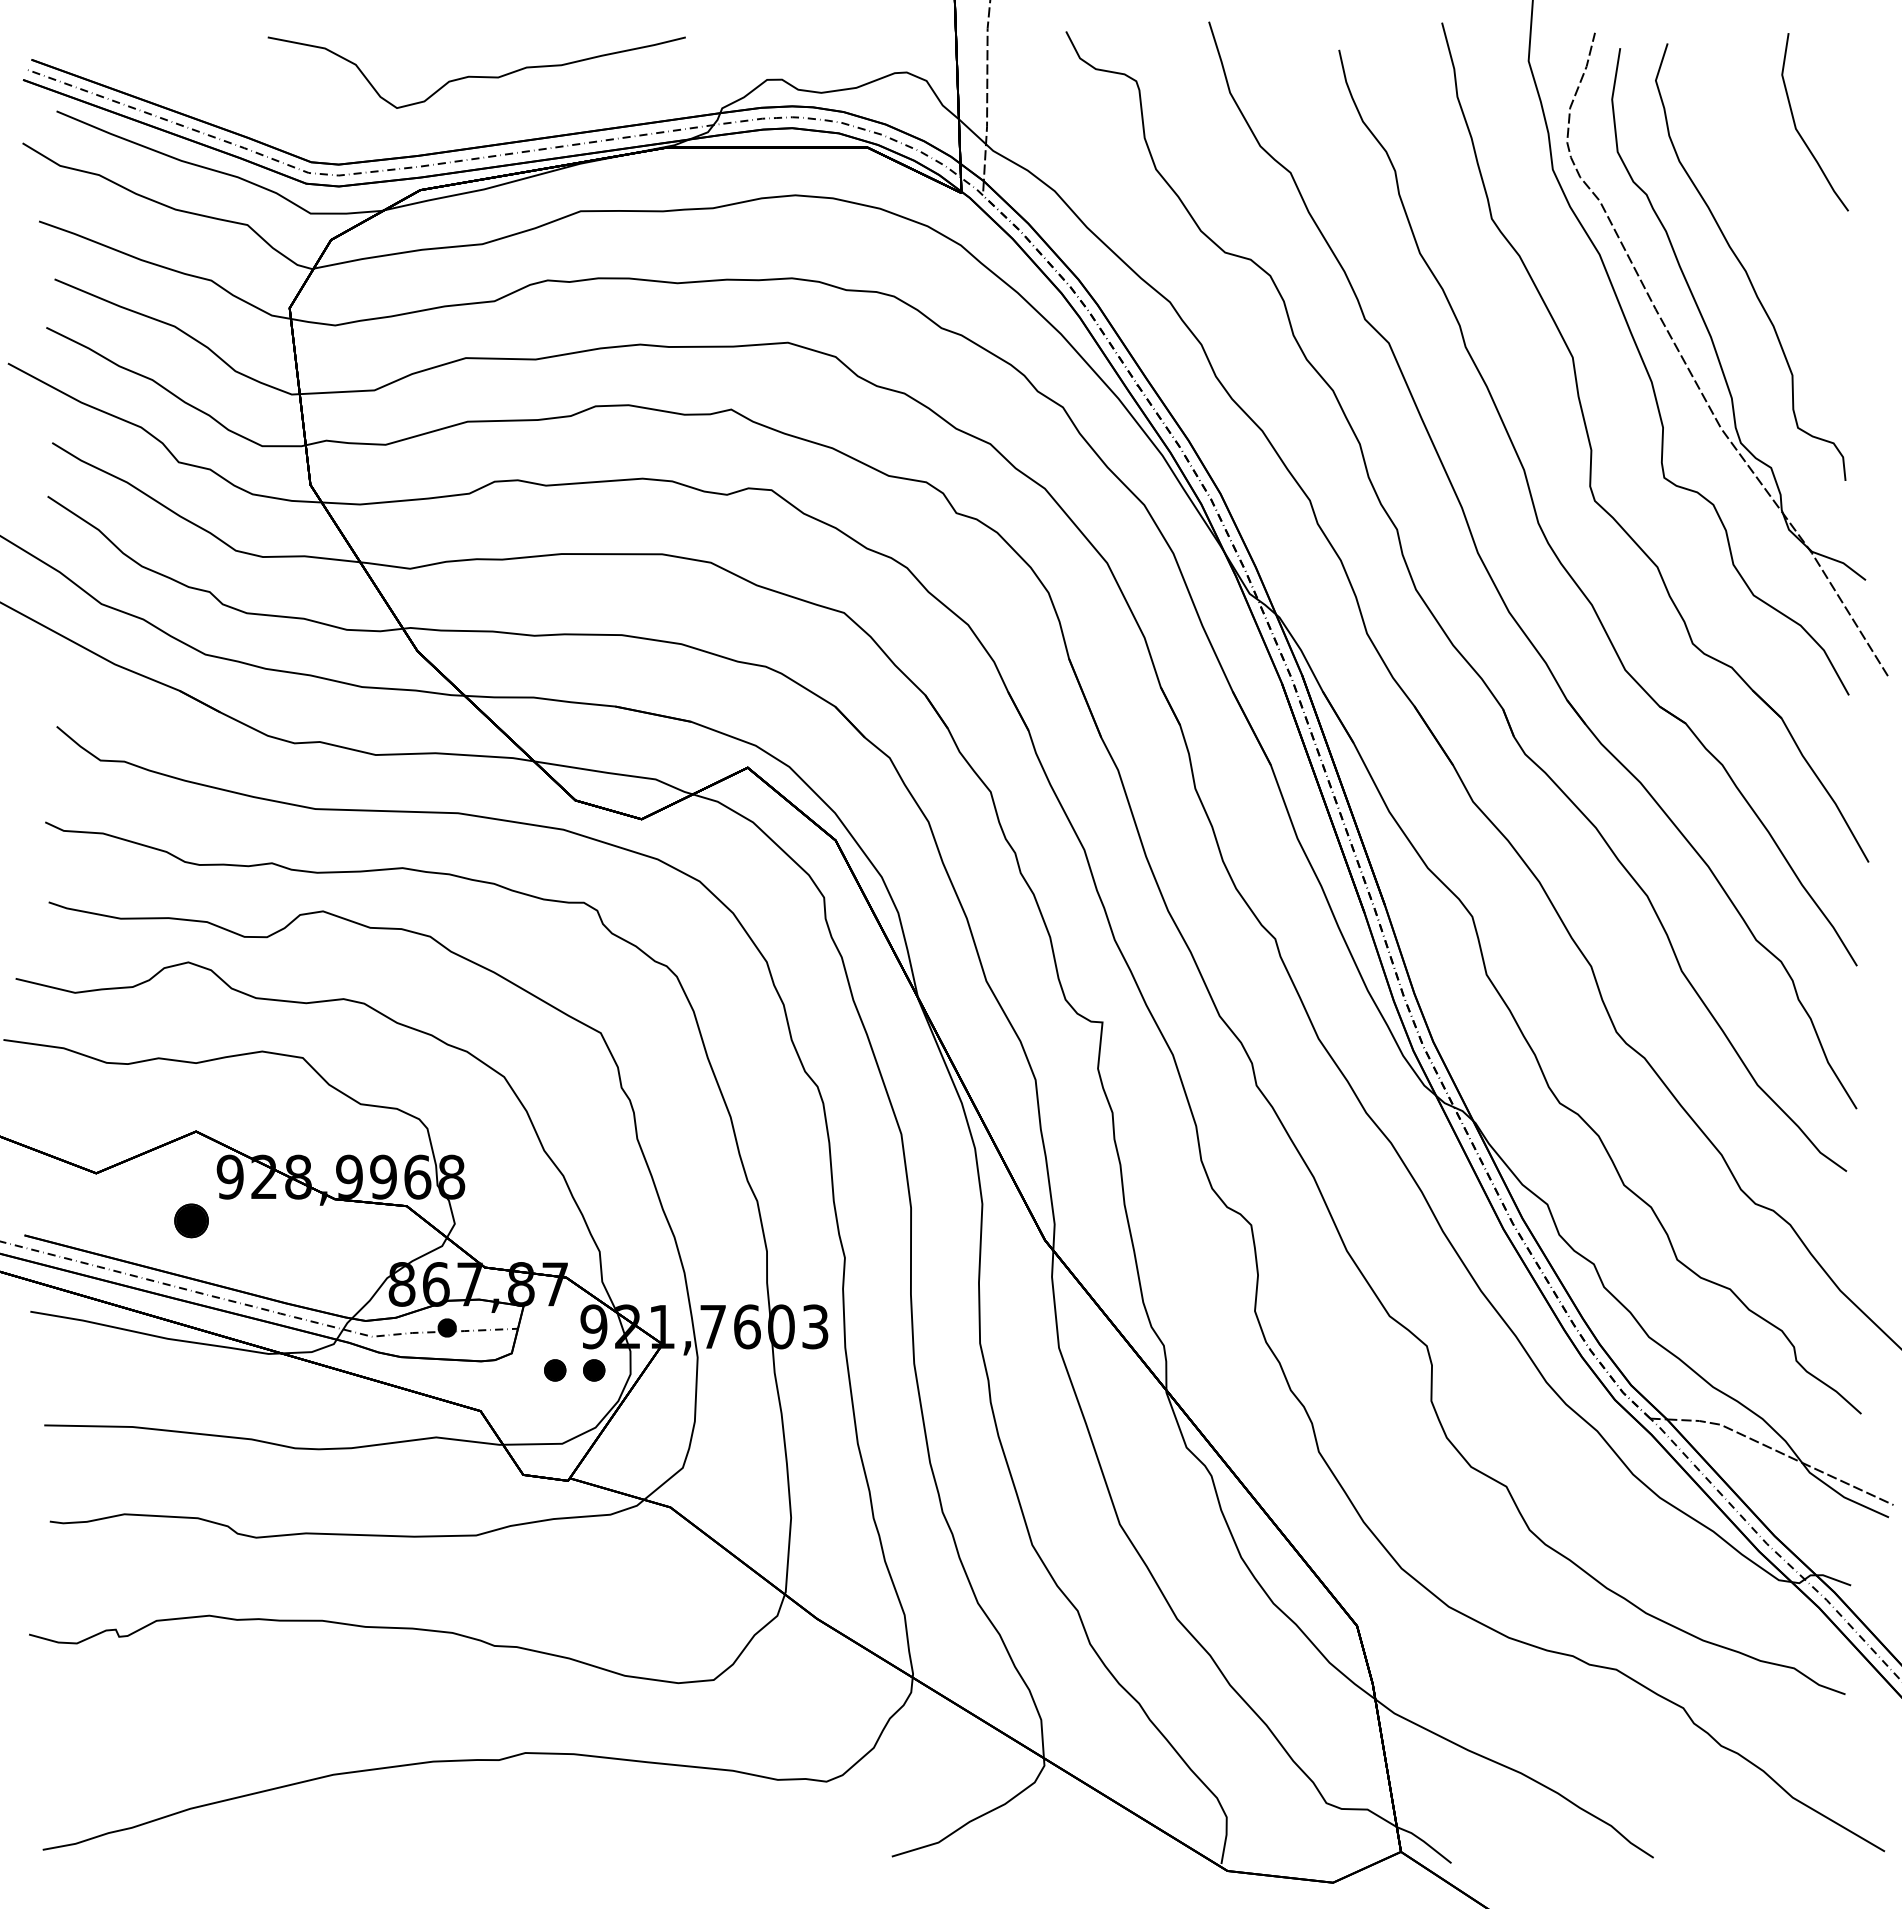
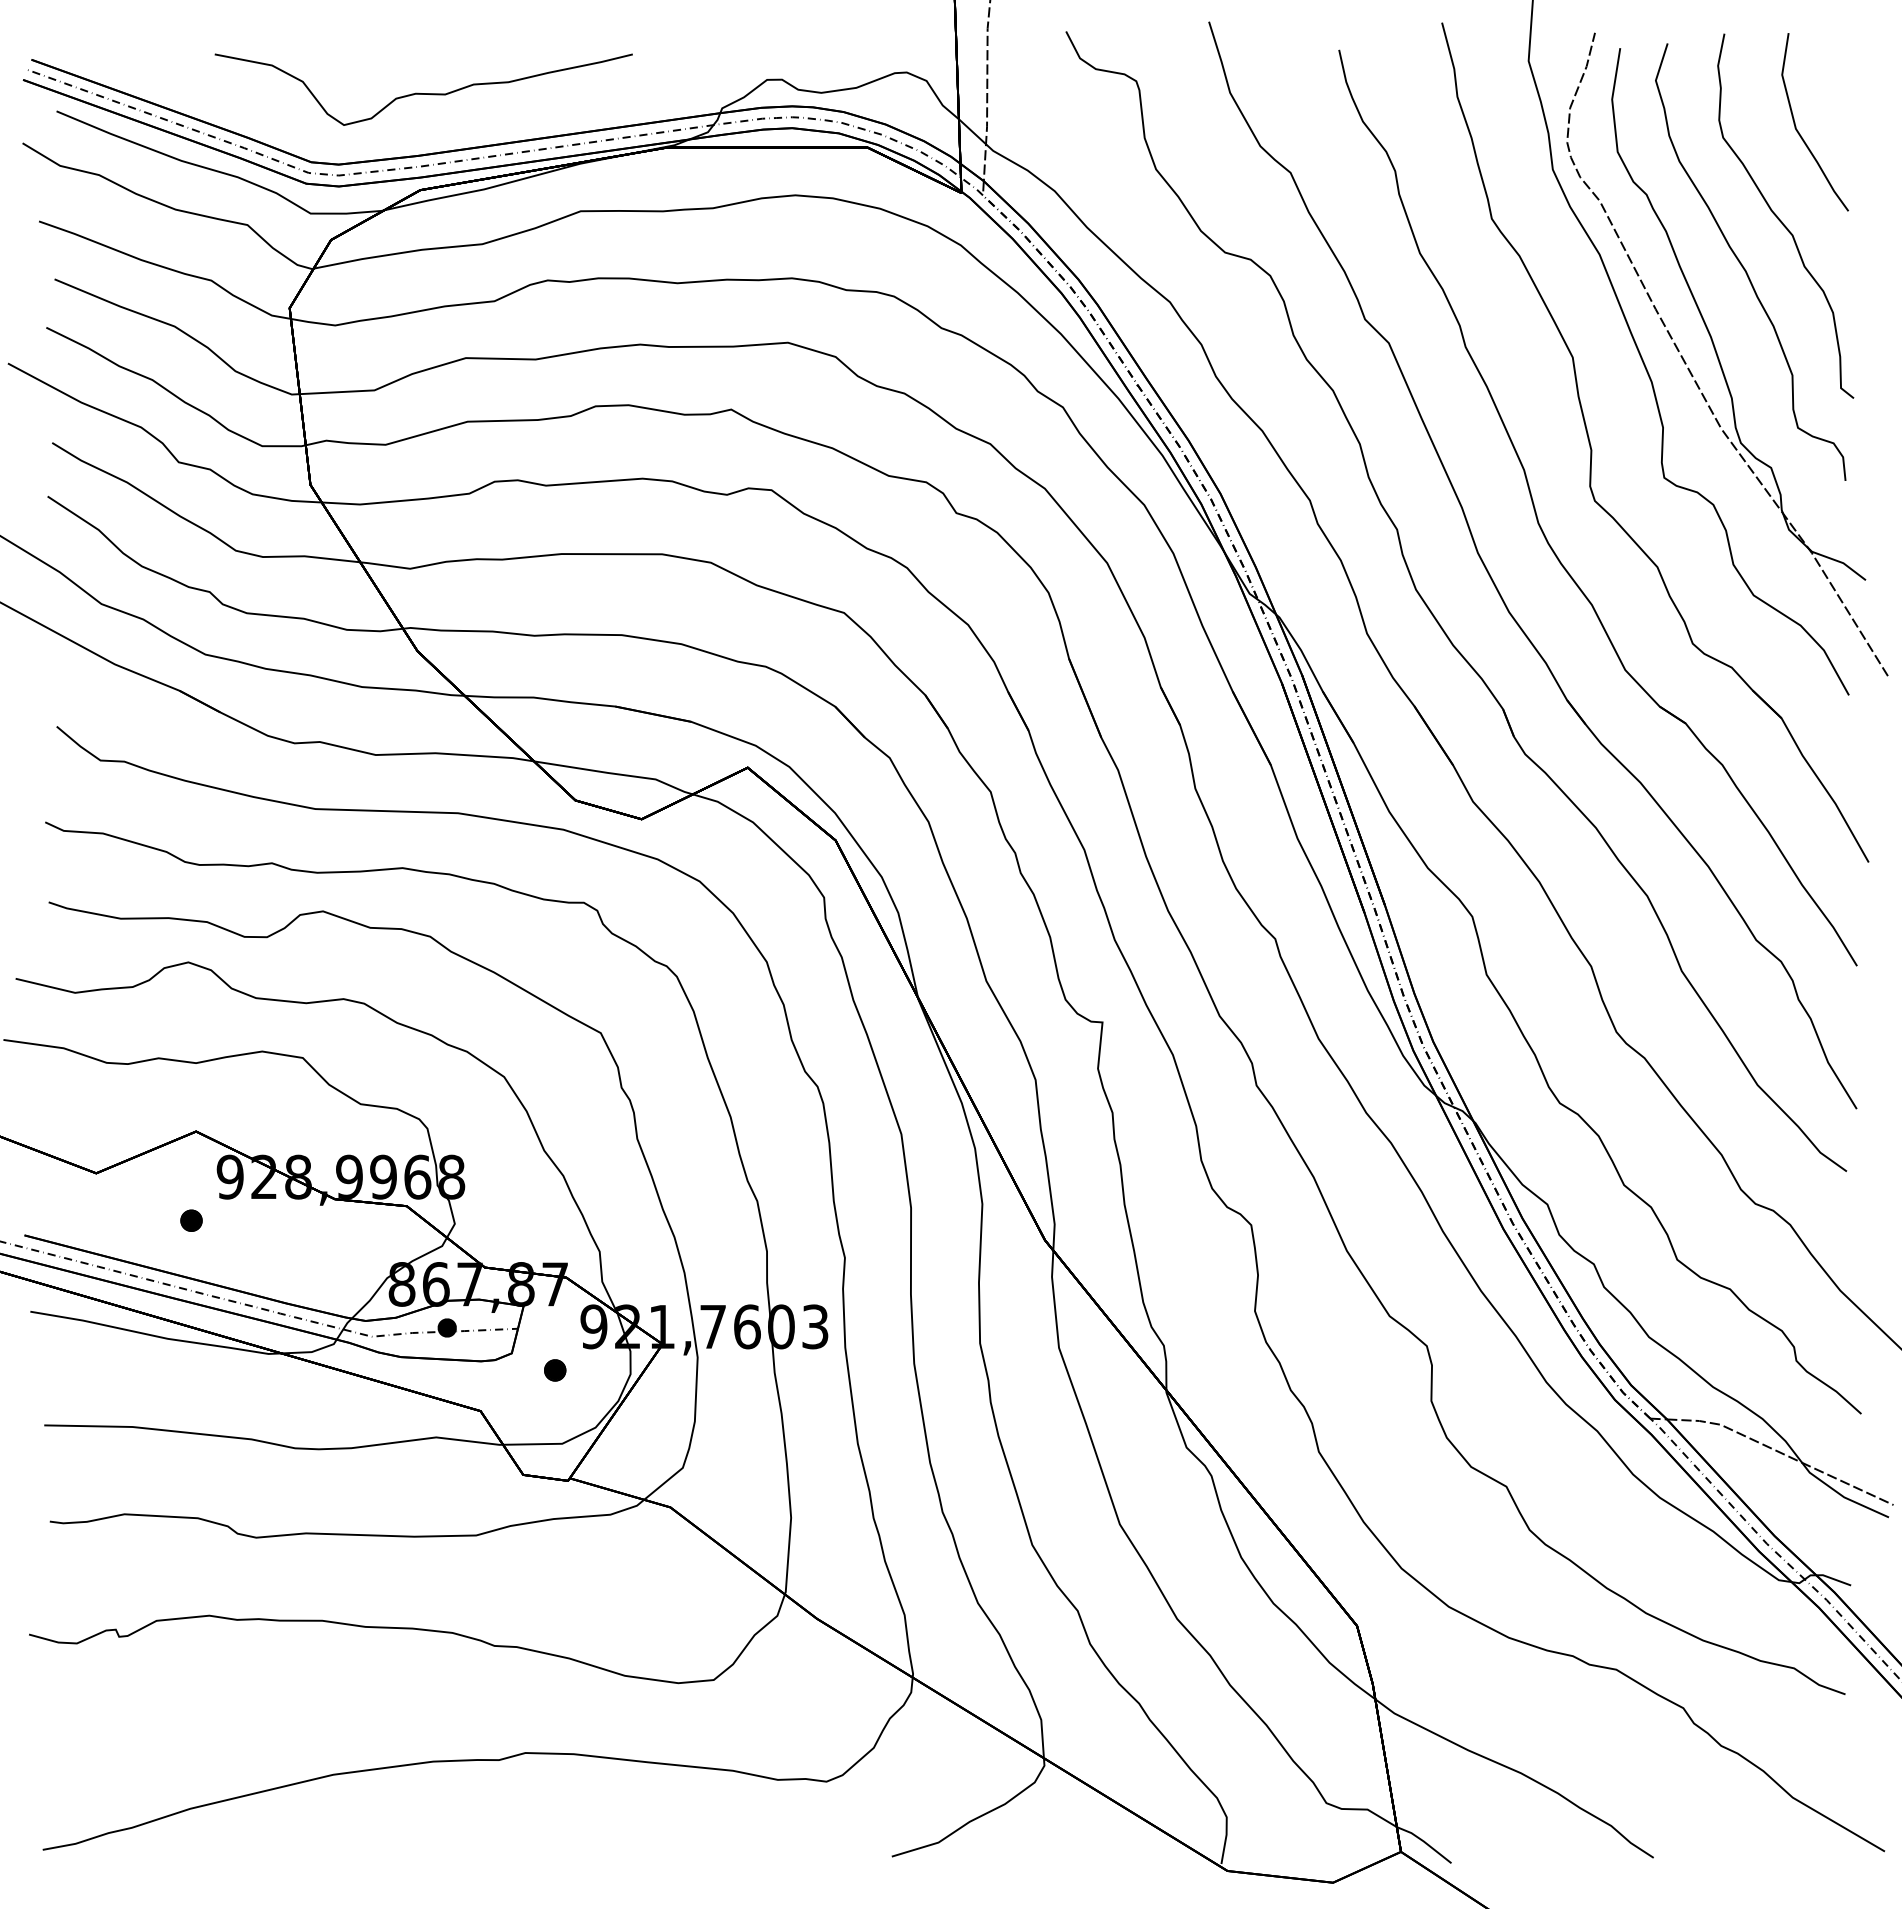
curve at (476, 76) position: (476, 76) -> (423, 93)
curve at (1780, 219): none -> present
part at (191, 1220) size: 35x36 px -> 23x23 px
part at (594, 1370): present -> none
